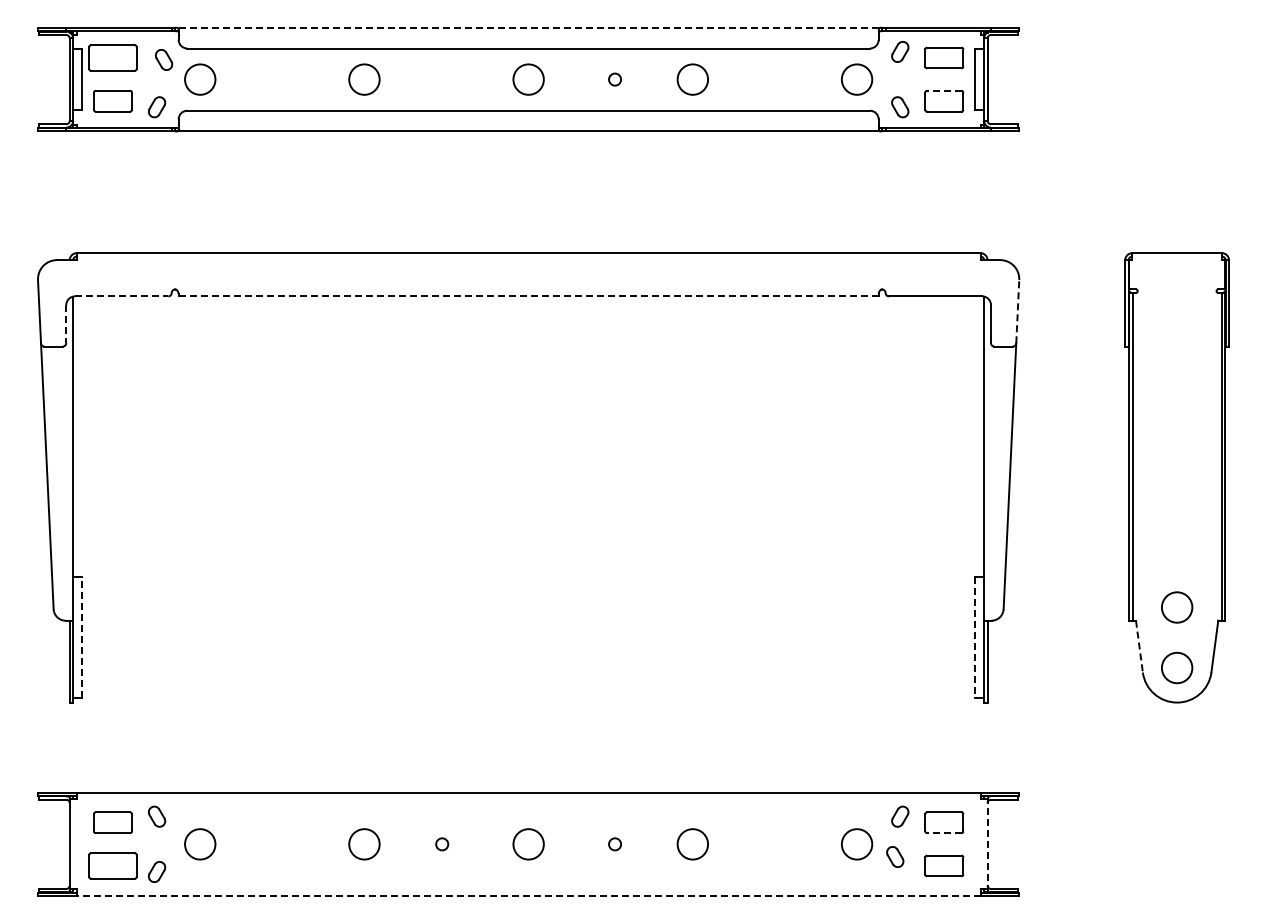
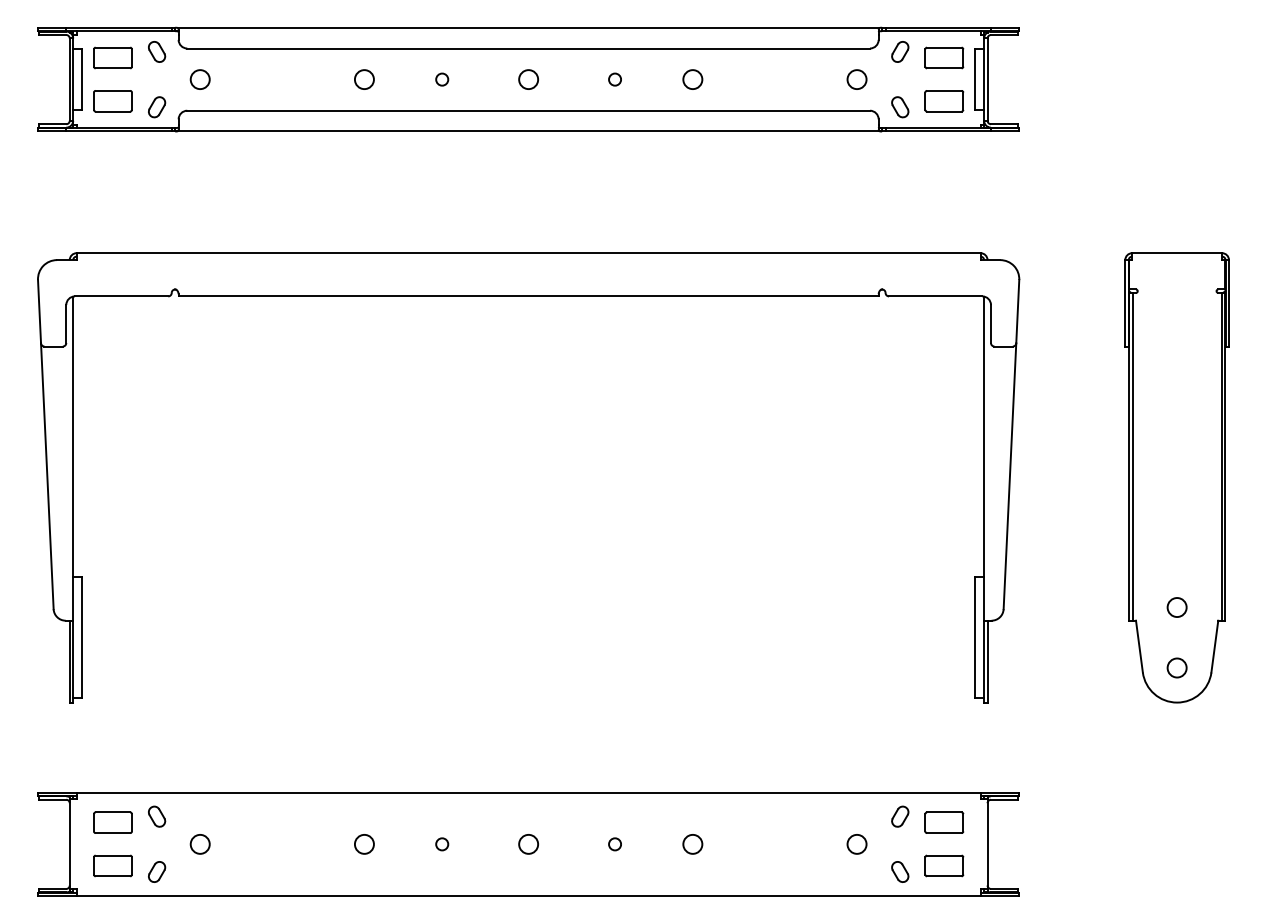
line at (529, 27): dashed -> solid
part at (112, 57) size: 50x28 px -> 40x24 px
part at (164, 59) position: (164, 59) -> (157, 51)
circle at (200, 79) diameter: 30 px -> 19 px
circle at (364, 79) diameter: 30 px -> 19 px
circle at (442, 79): none -> present
circle at (528, 79) diameter: 30 px -> 19 px
circle at (692, 79) diameter: 30 px -> 19 px
circle at (856, 79) diameter: 30 px -> 19 px
line at (943, 90): dashed -> solid
line at (121, 296): dashed -> solid
line at (528, 296): dashed -> solid
line at (1017, 311): dashed -> solid
line at (66, 324): dashed -> solid
circle at (1176, 607) diameter: 30 px -> 19 px
line at (81, 637): dashed -> solid
line at (975, 638): dashed -> solid
line at (1139, 647): dashed -> solid
circle at (1176, 667) diameter: 30 px -> 19 px
line at (943, 833): dashed -> solid
line at (987, 843): dashed -> solid
circle at (200, 844) diameter: 30 px -> 19 px
circle at (364, 844) diameter: 30 px -> 19 px
circle at (528, 844) diameter: 30 px -> 19 px
circle at (692, 844) diameter: 30 px -> 19 px
circle at (856, 844) diameter: 30 px -> 19 px
part at (895, 856) position: (895, 856) -> (900, 871)
part at (112, 865) size: 50x28 px -> 40x24 px
line at (528, 896): dashed -> solid
